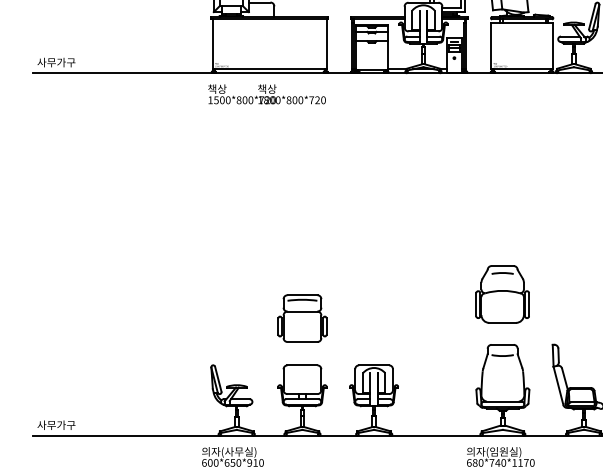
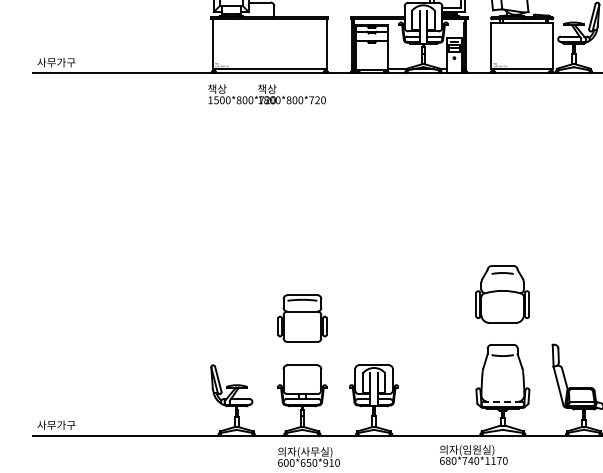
line at (502, 401): solid -> dashed
text at (232, 456) position: (232, 456) -> (308, 456)
text at (500, 456) position: (500, 456) -> (473, 454)
